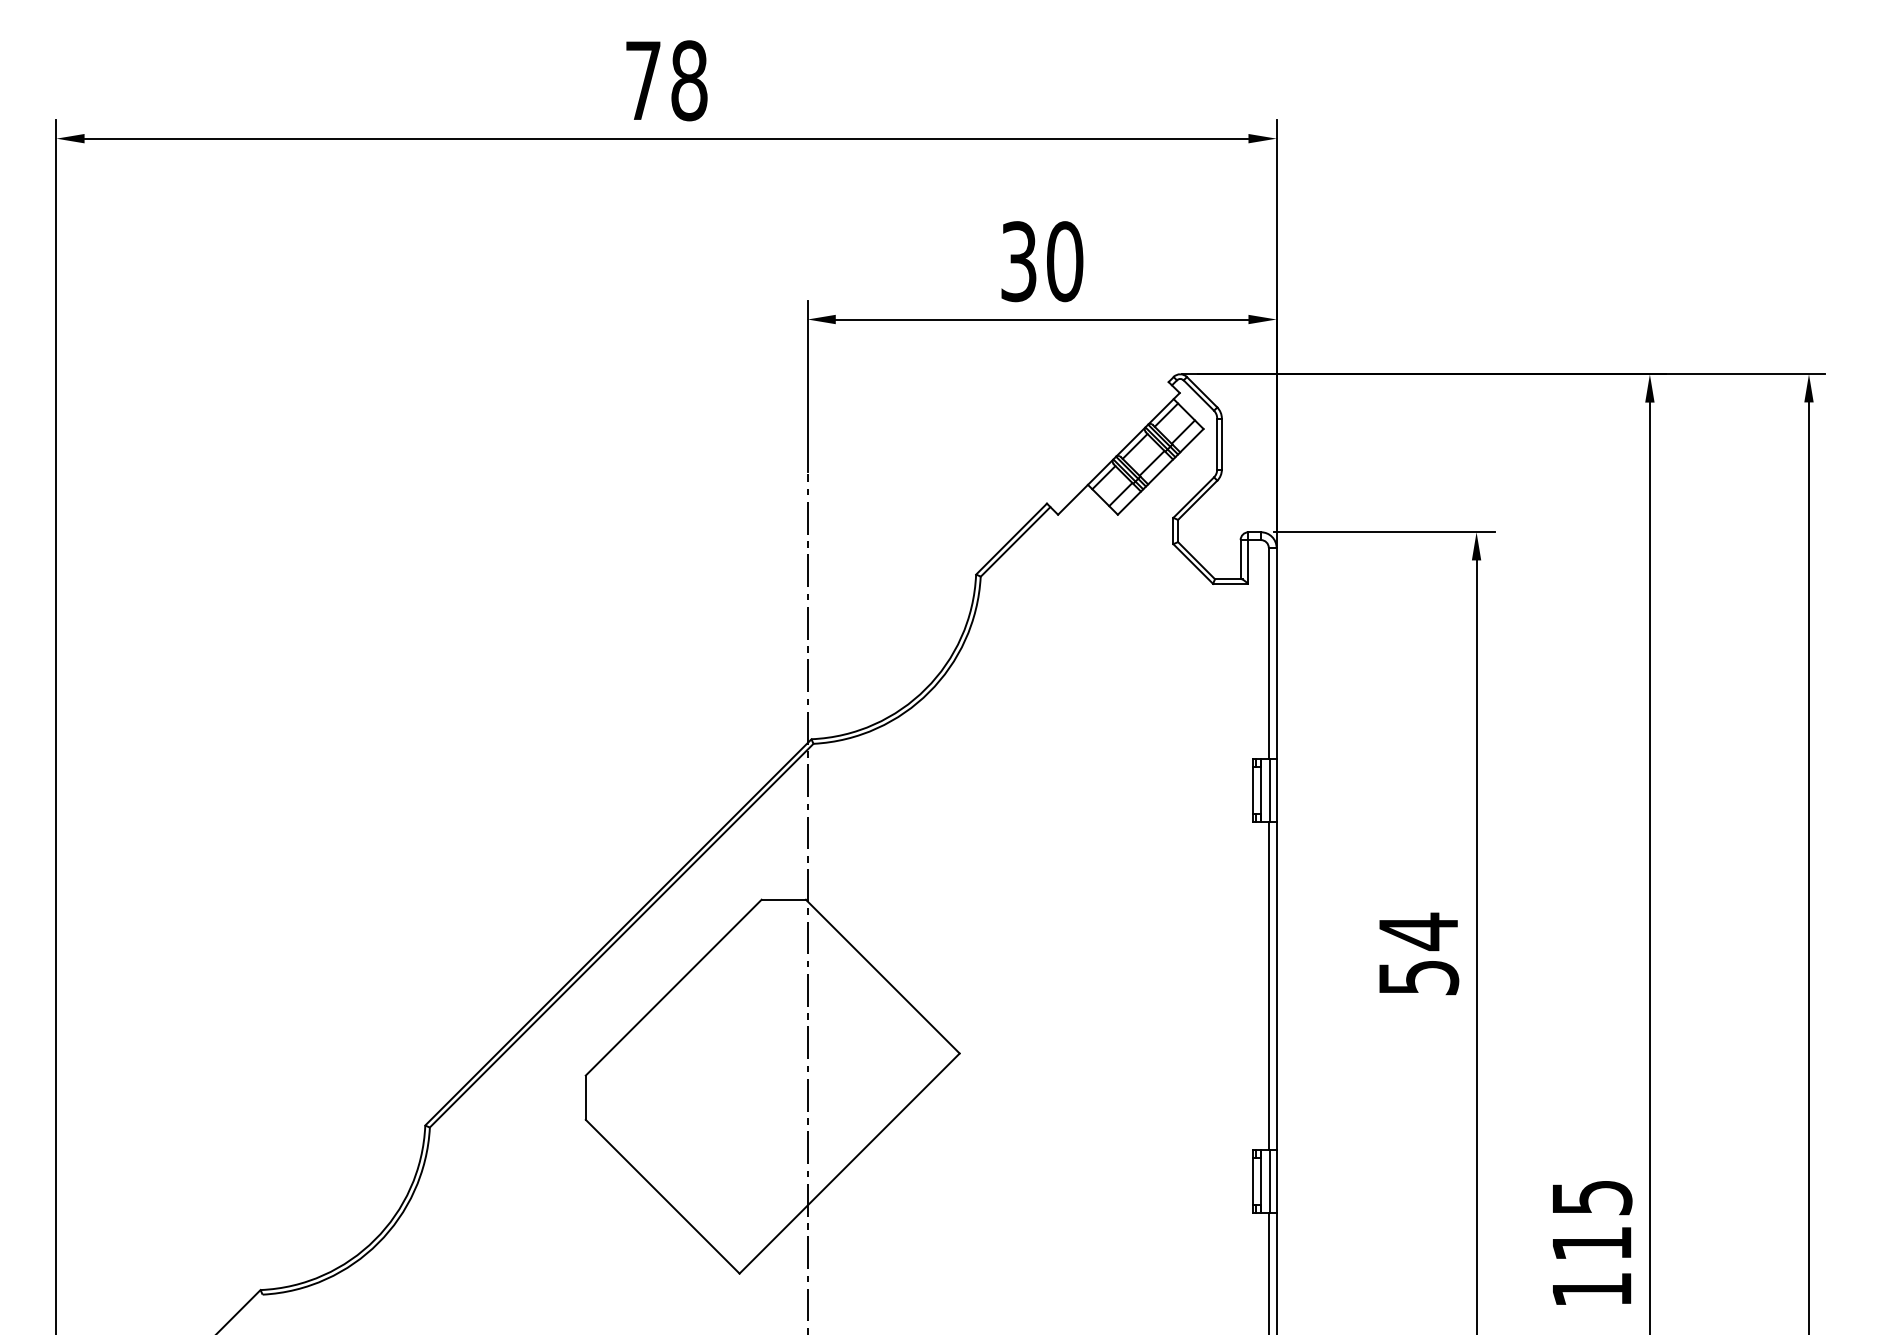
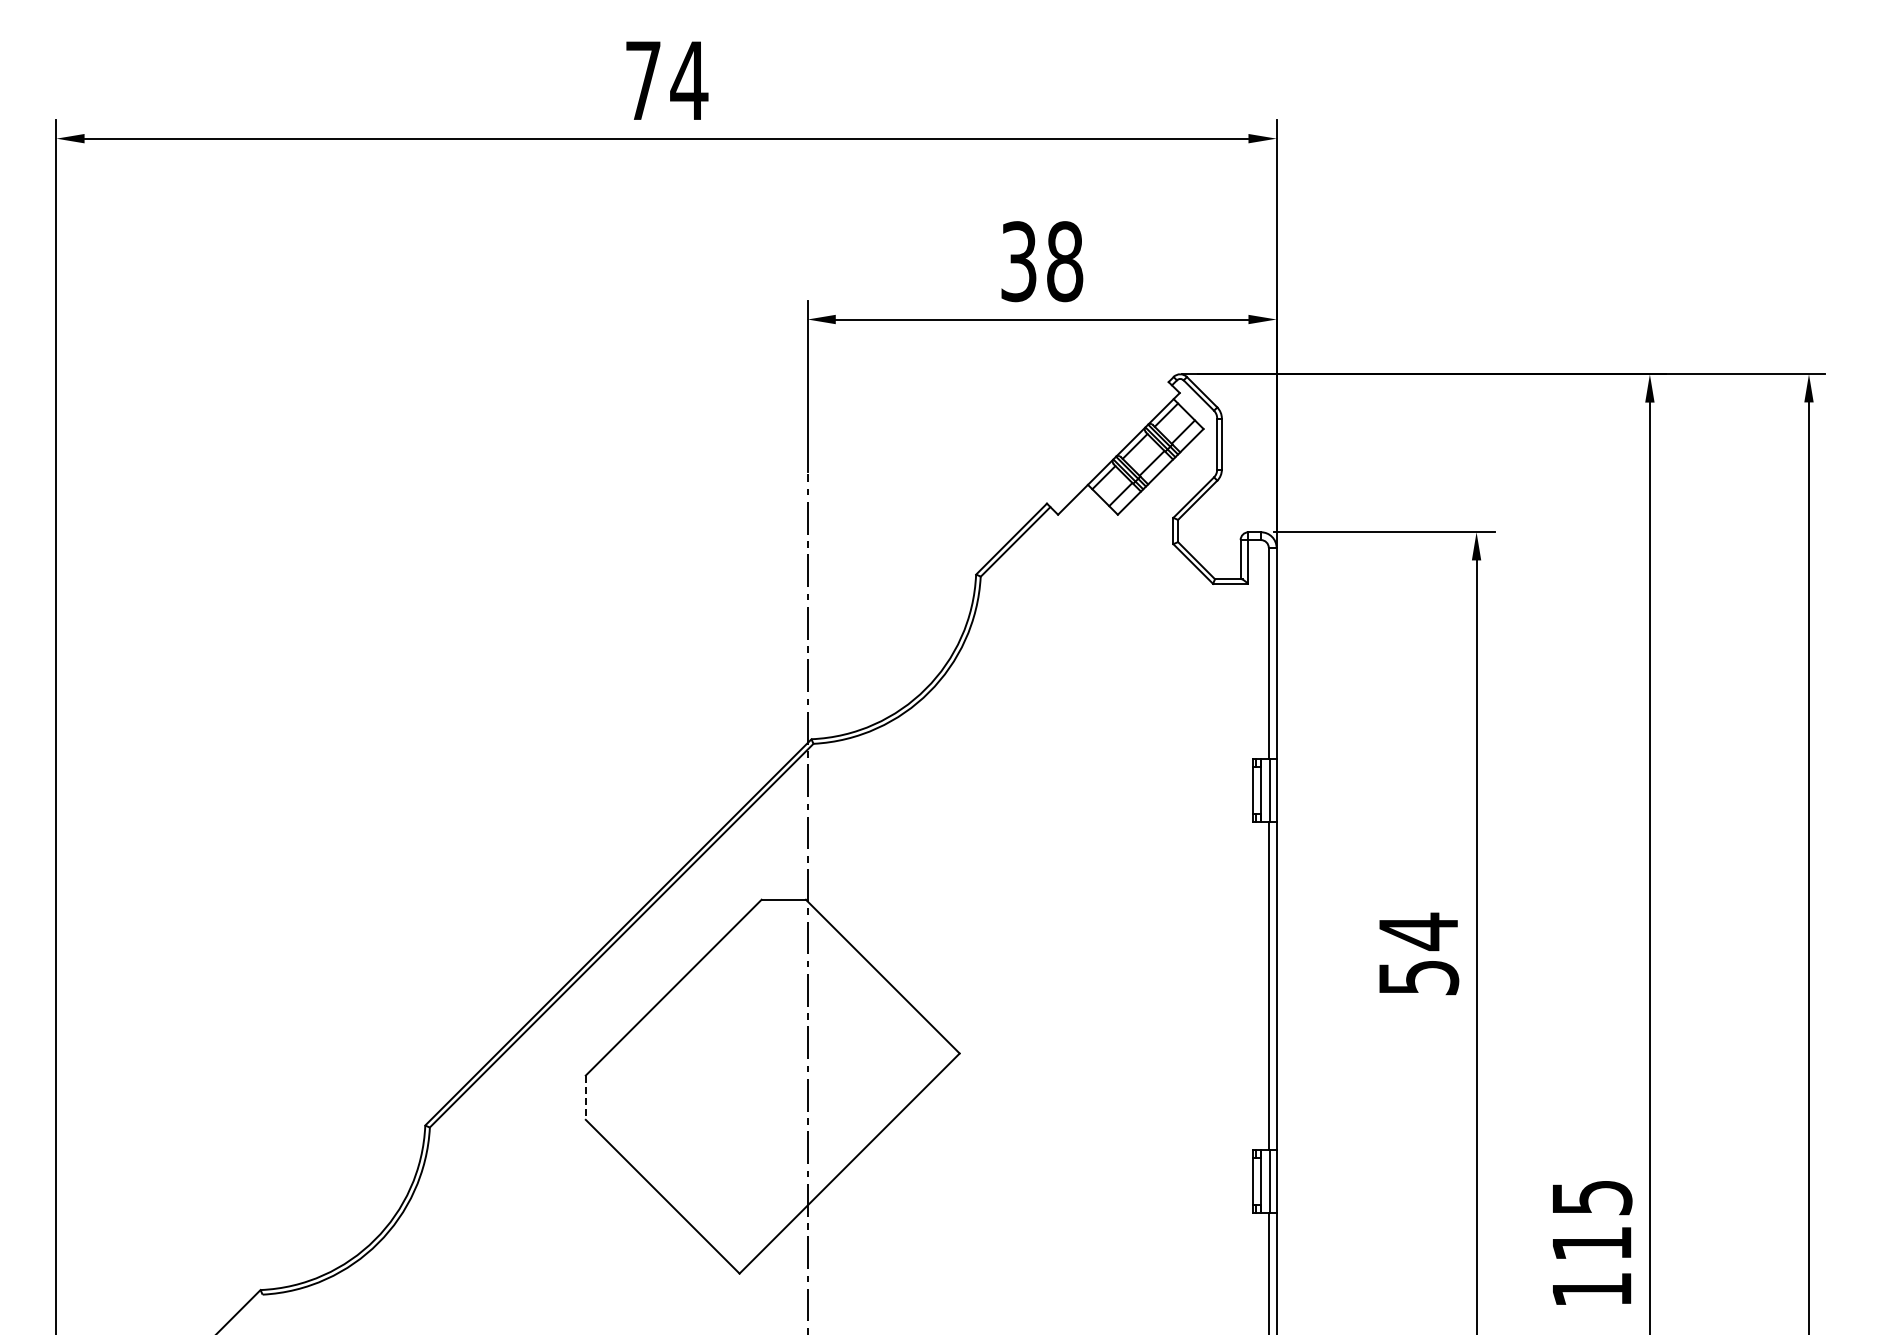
text at (689, 80): 78 -> 74
text at (1065, 261): 30 -> 38
line at (585, 1098): solid -> dashed
